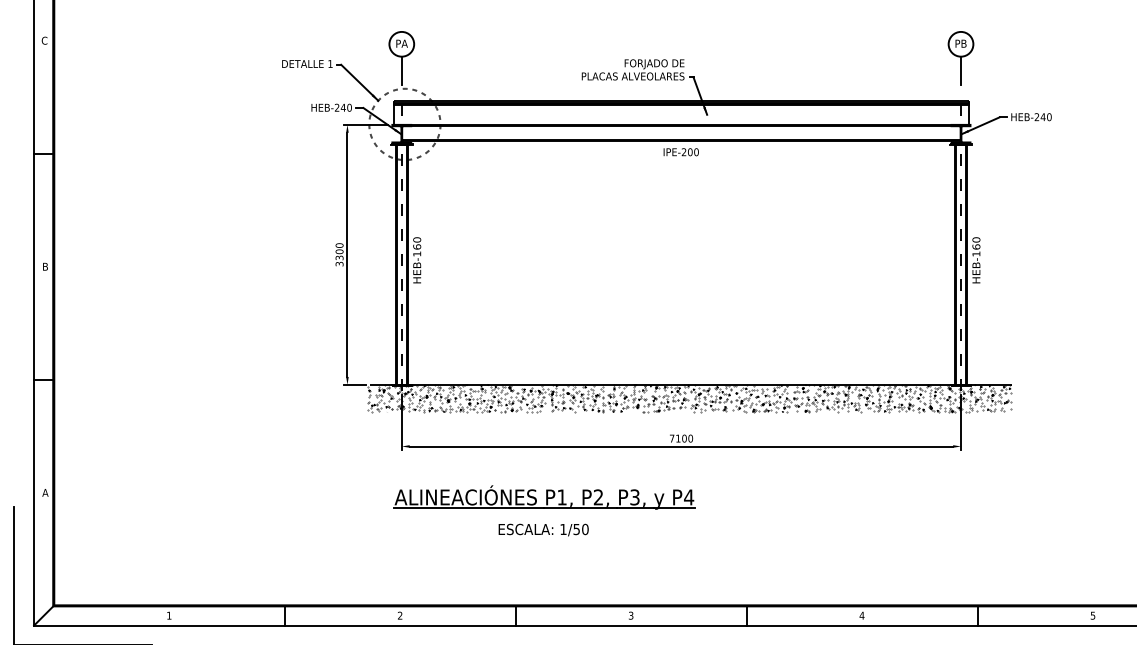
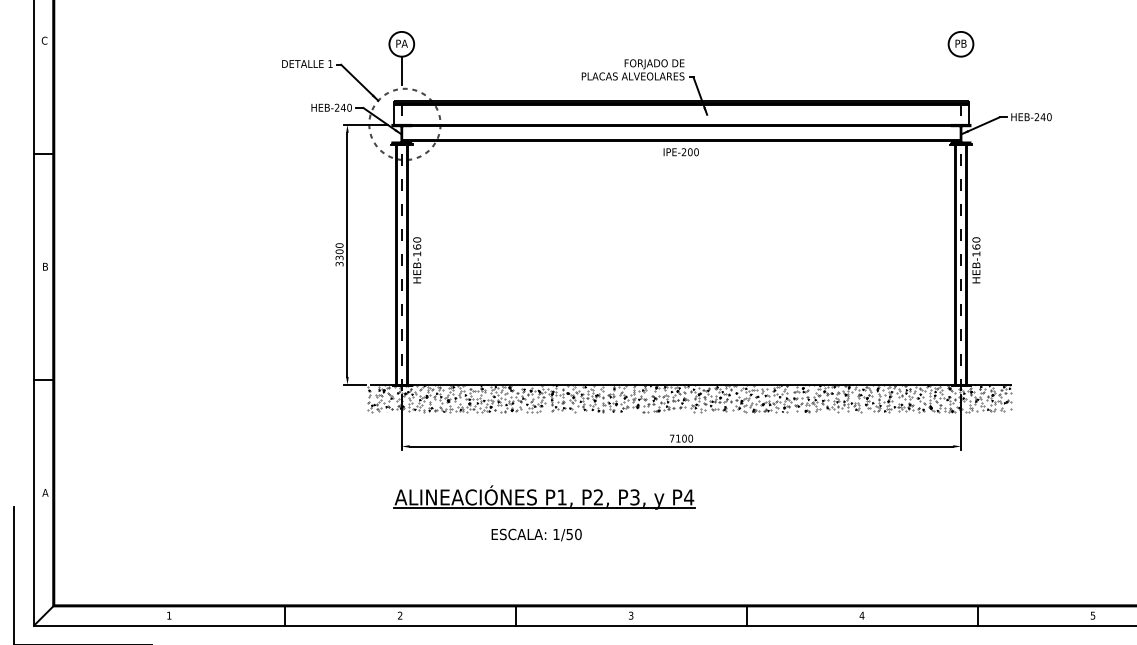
line at (961, 70): present -> none
text at (543, 529) position: (543, 529) -> (536, 534)
